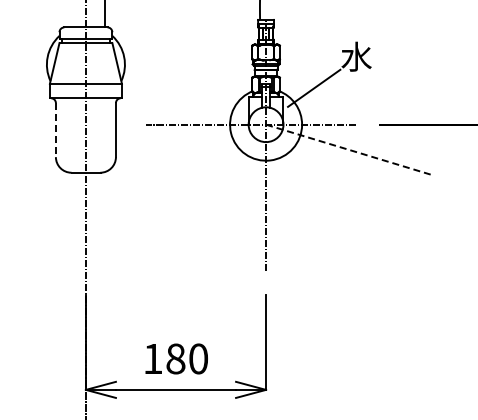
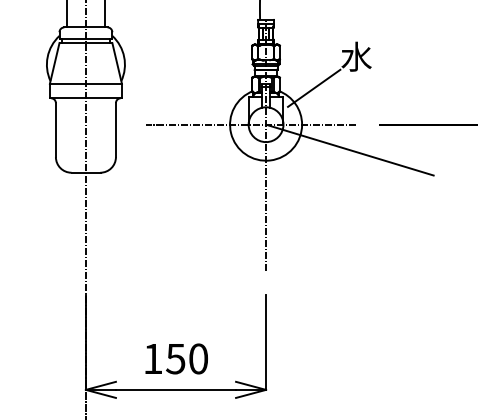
line at (66, 14): none -> present
line at (55, 130): dashed -> solid
line at (349, 150): dashed -> solid
text at (175, 358): 180 -> 150
